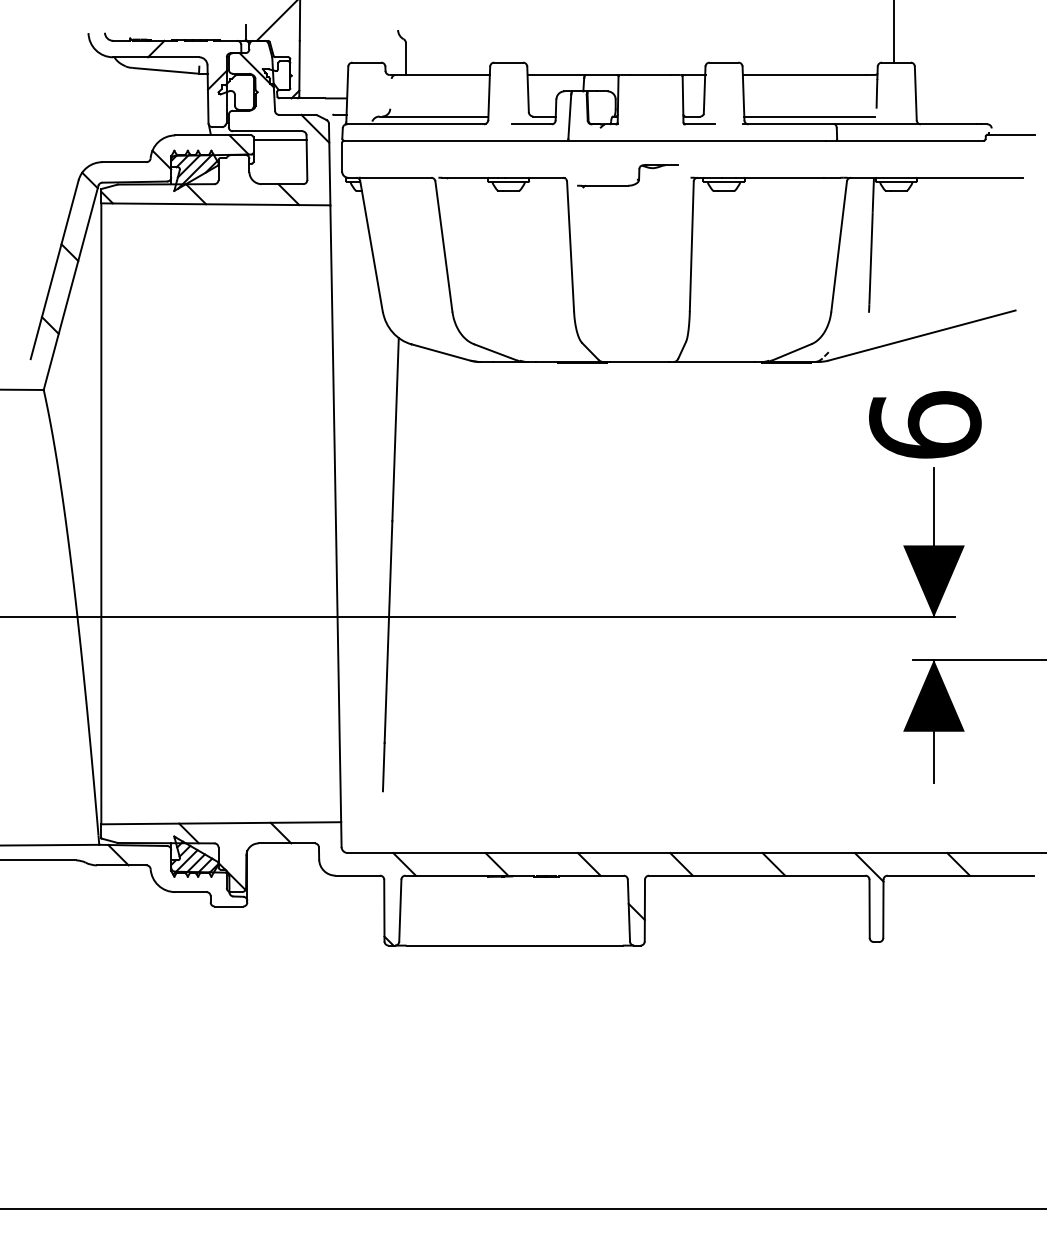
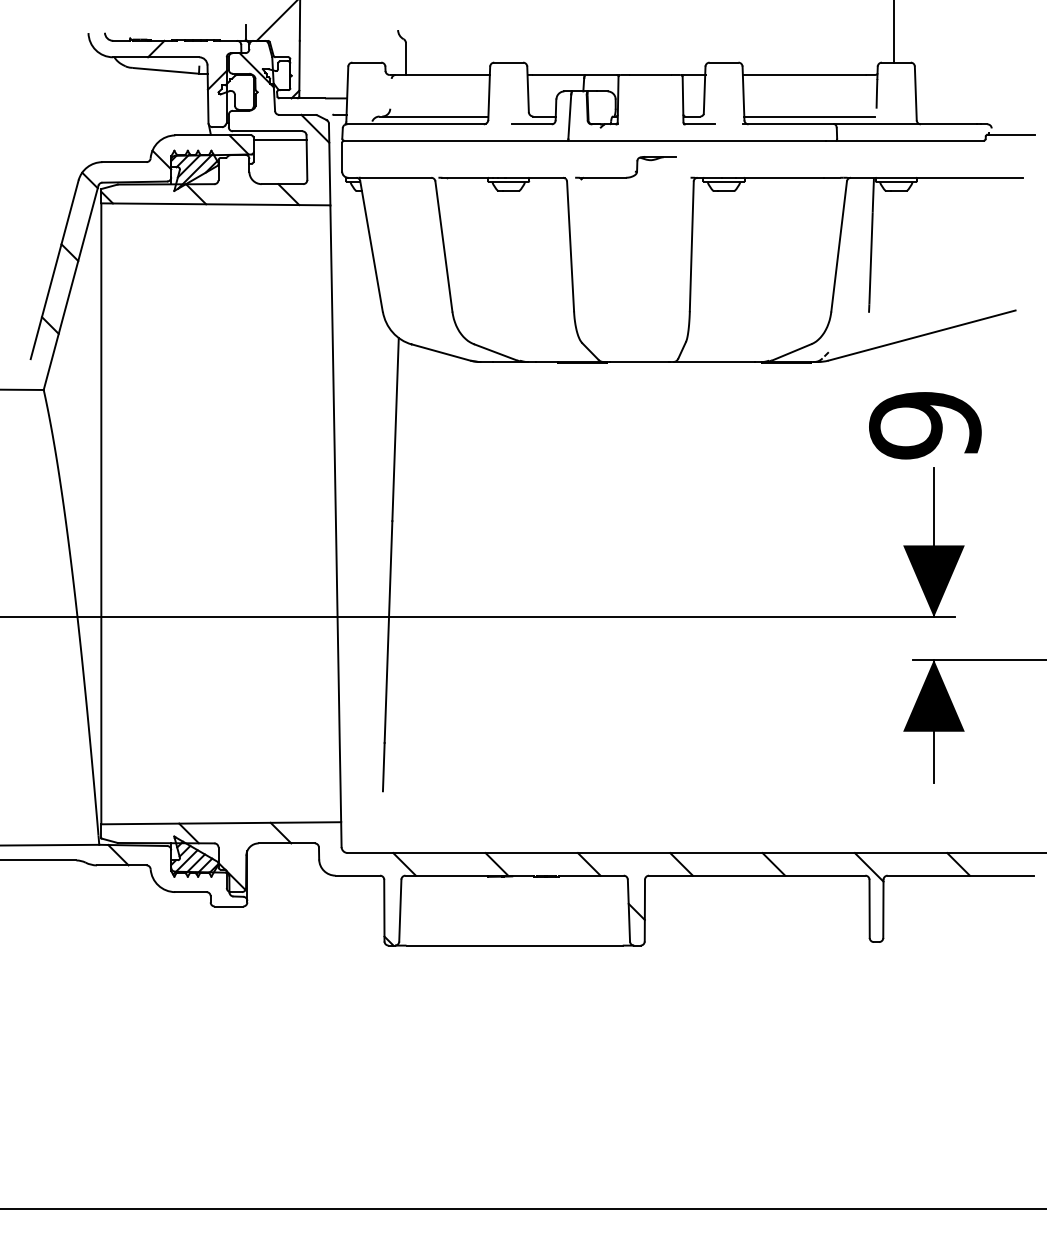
part at (628, 184) position: (628, 184) -> (626, 176)
text at (925, 425): 6 -> 9
